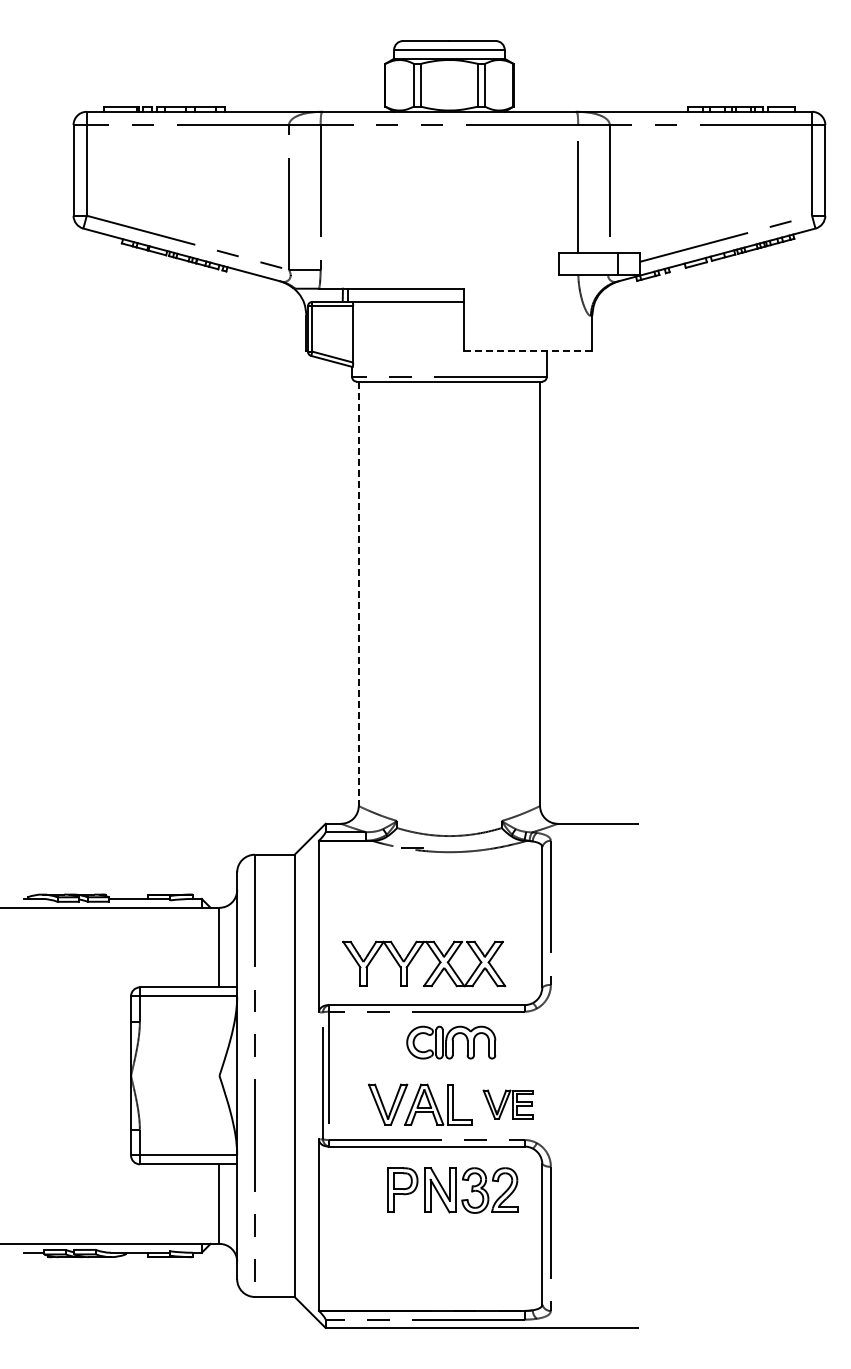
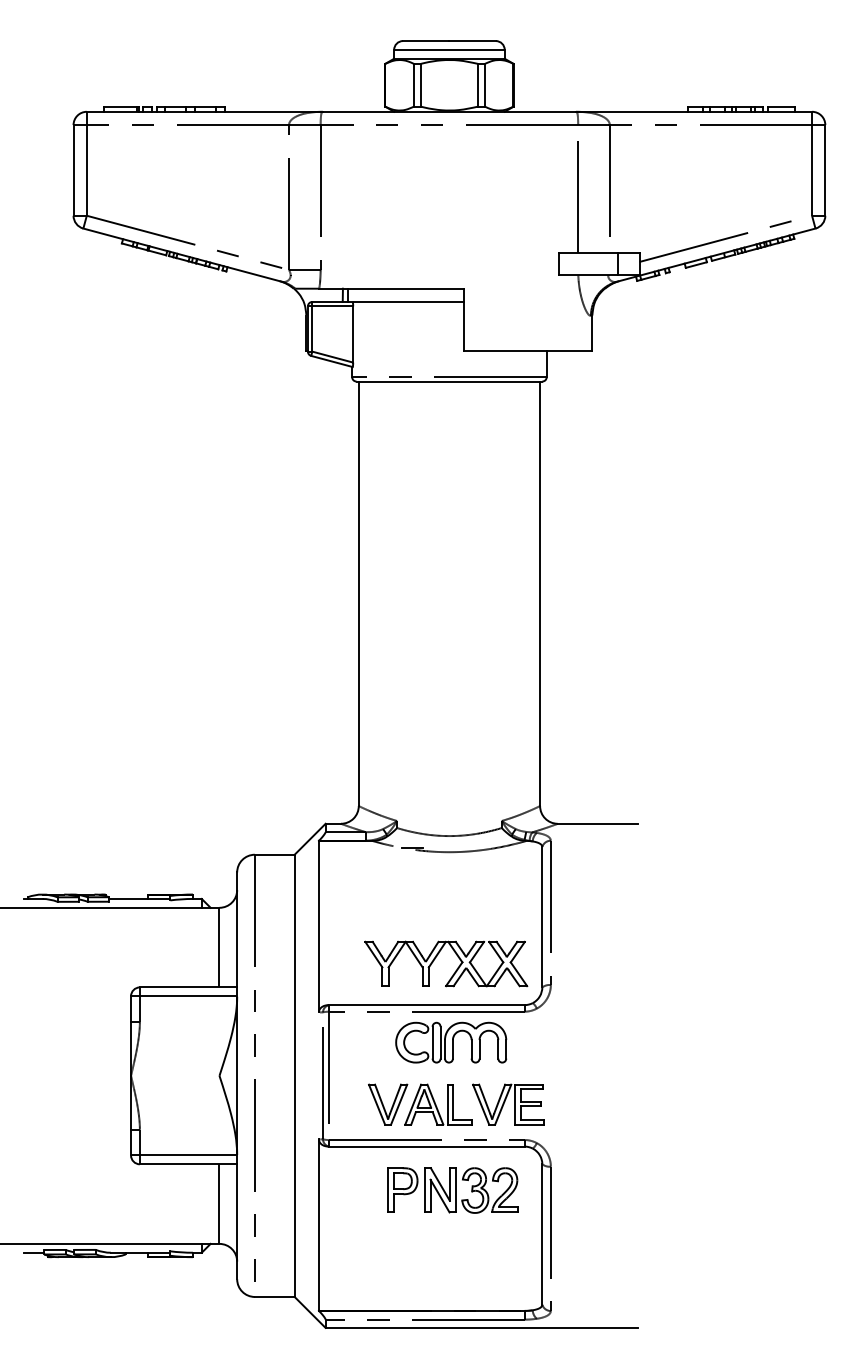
line at (527, 350): dashed -> solid
line at (358, 594): dashed -> solid
part at (415, 956) position: (415, 956) -> (437, 956)
part at (451, 1042) size: 91x35 px -> 113x43 px
part at (507, 1104) size: 52x31 px -> 73x43 px
